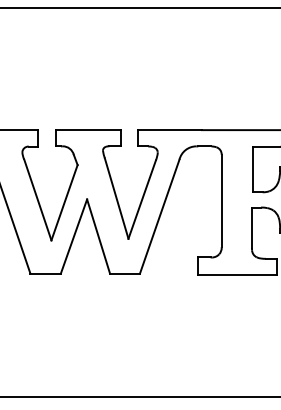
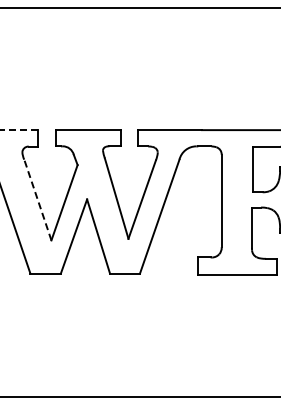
line at (19, 130): solid -> dashed
line at (37, 200): solid -> dashed
